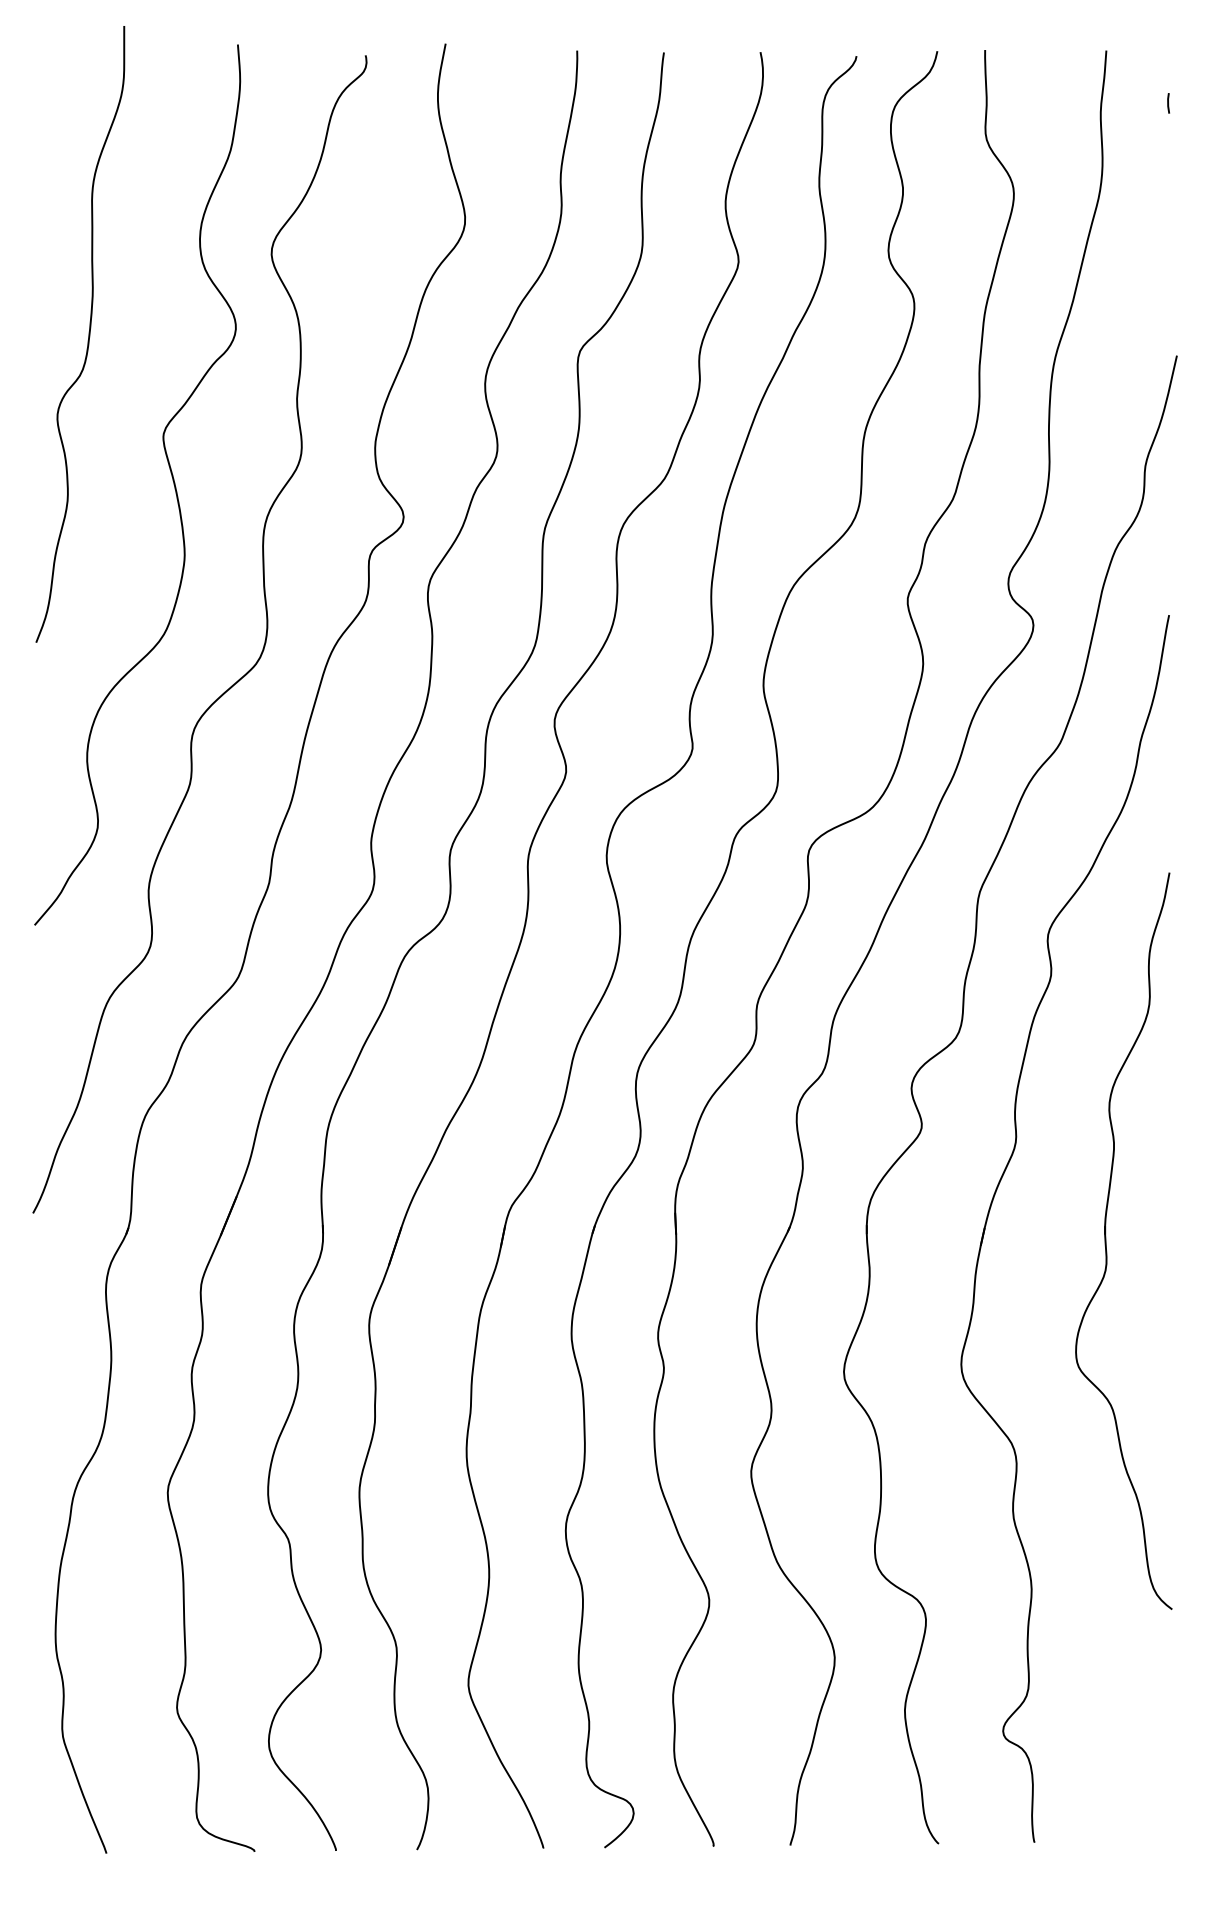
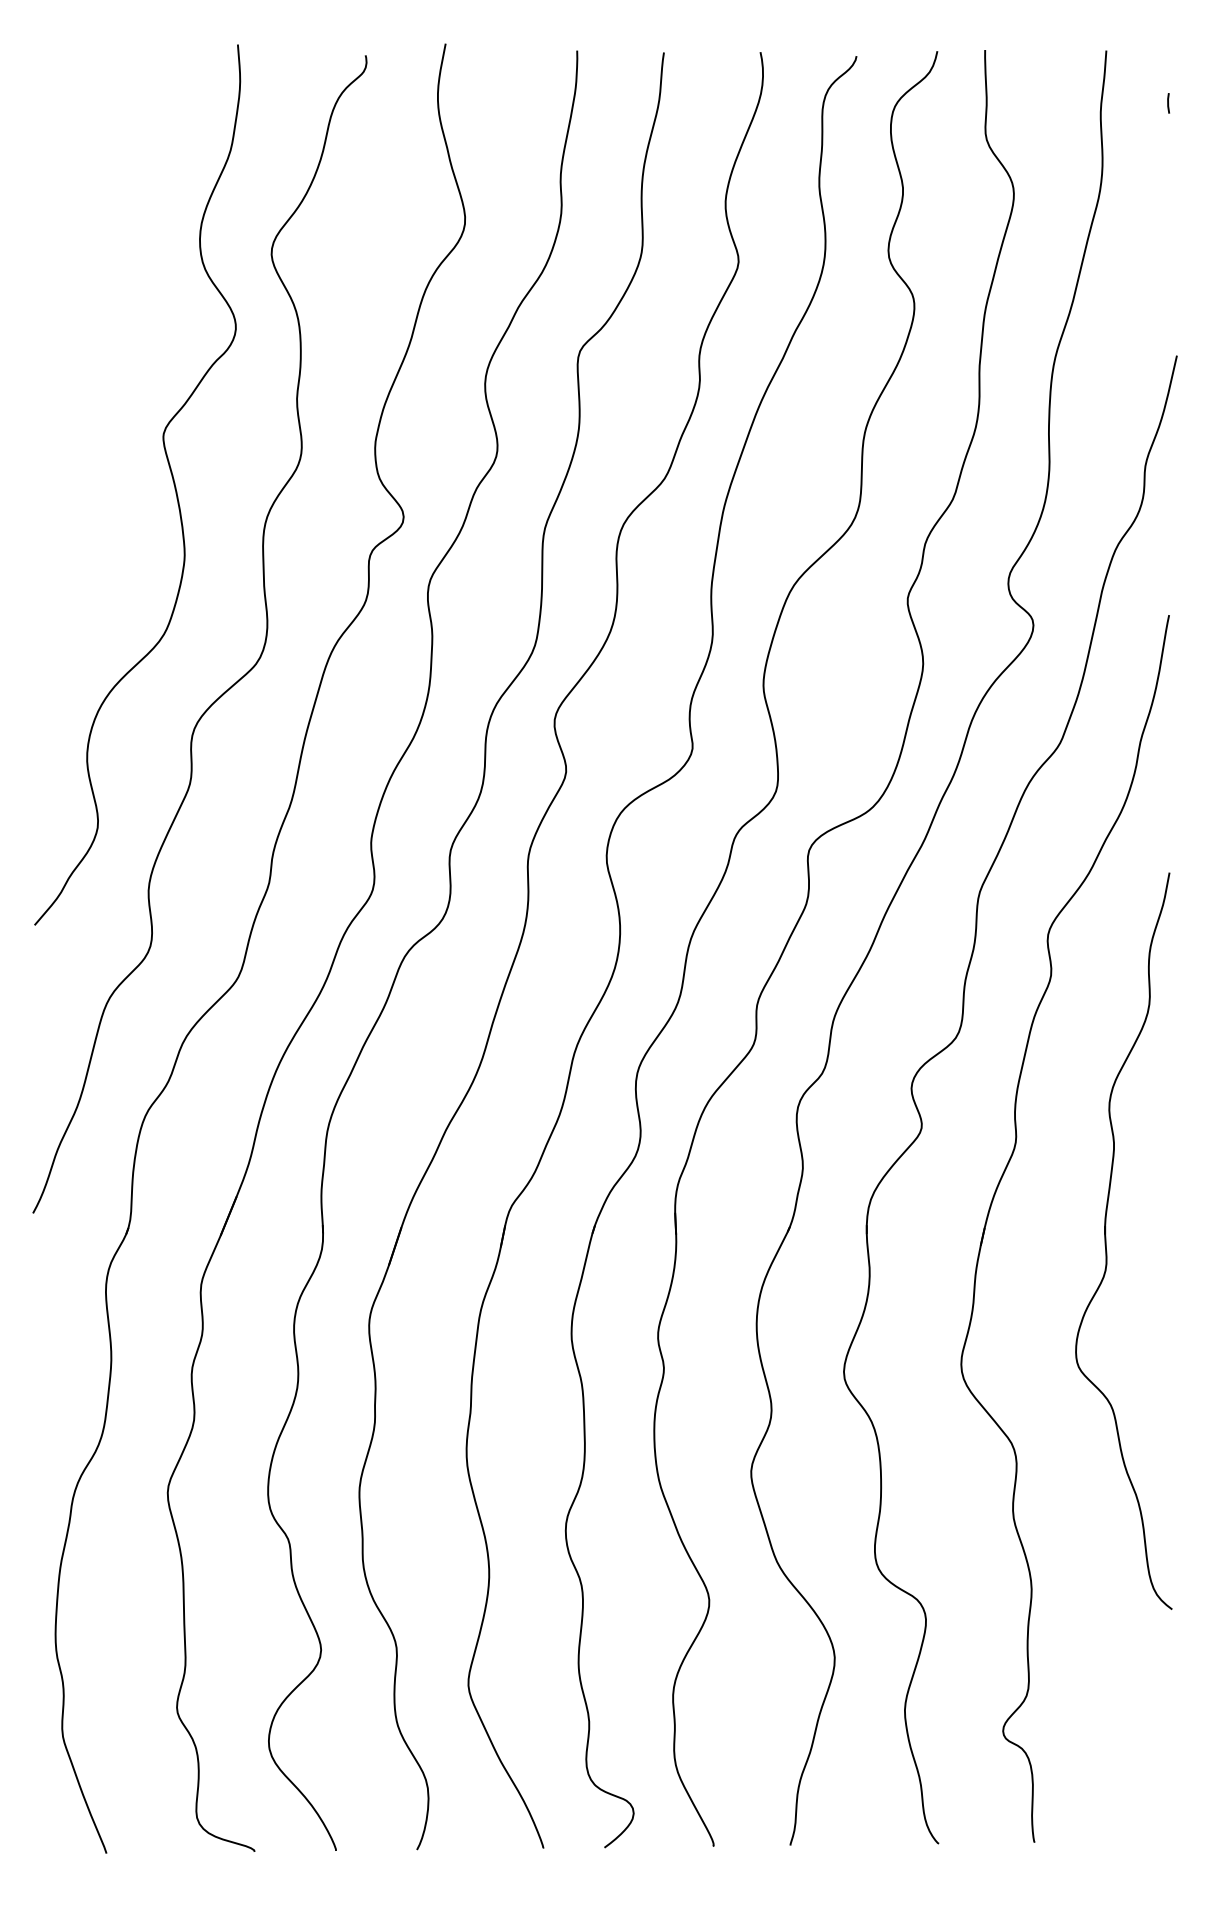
curve at (88, 334): present -> none
